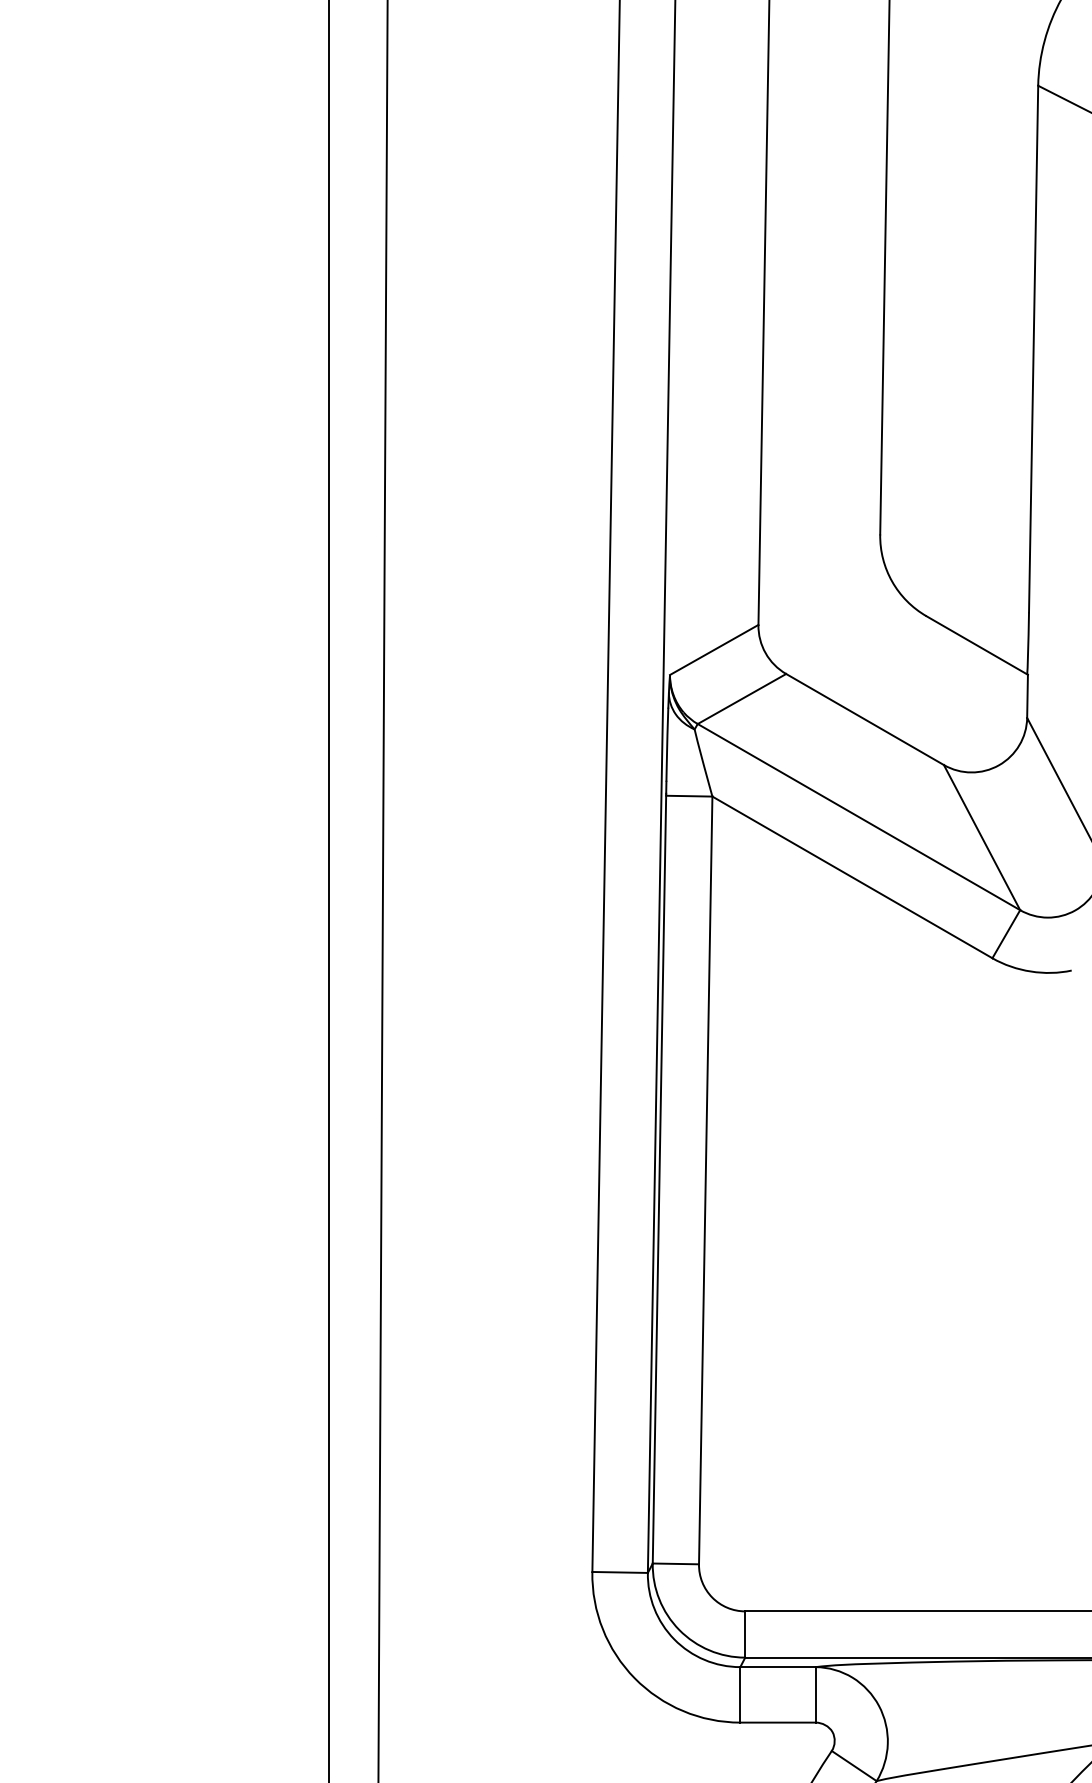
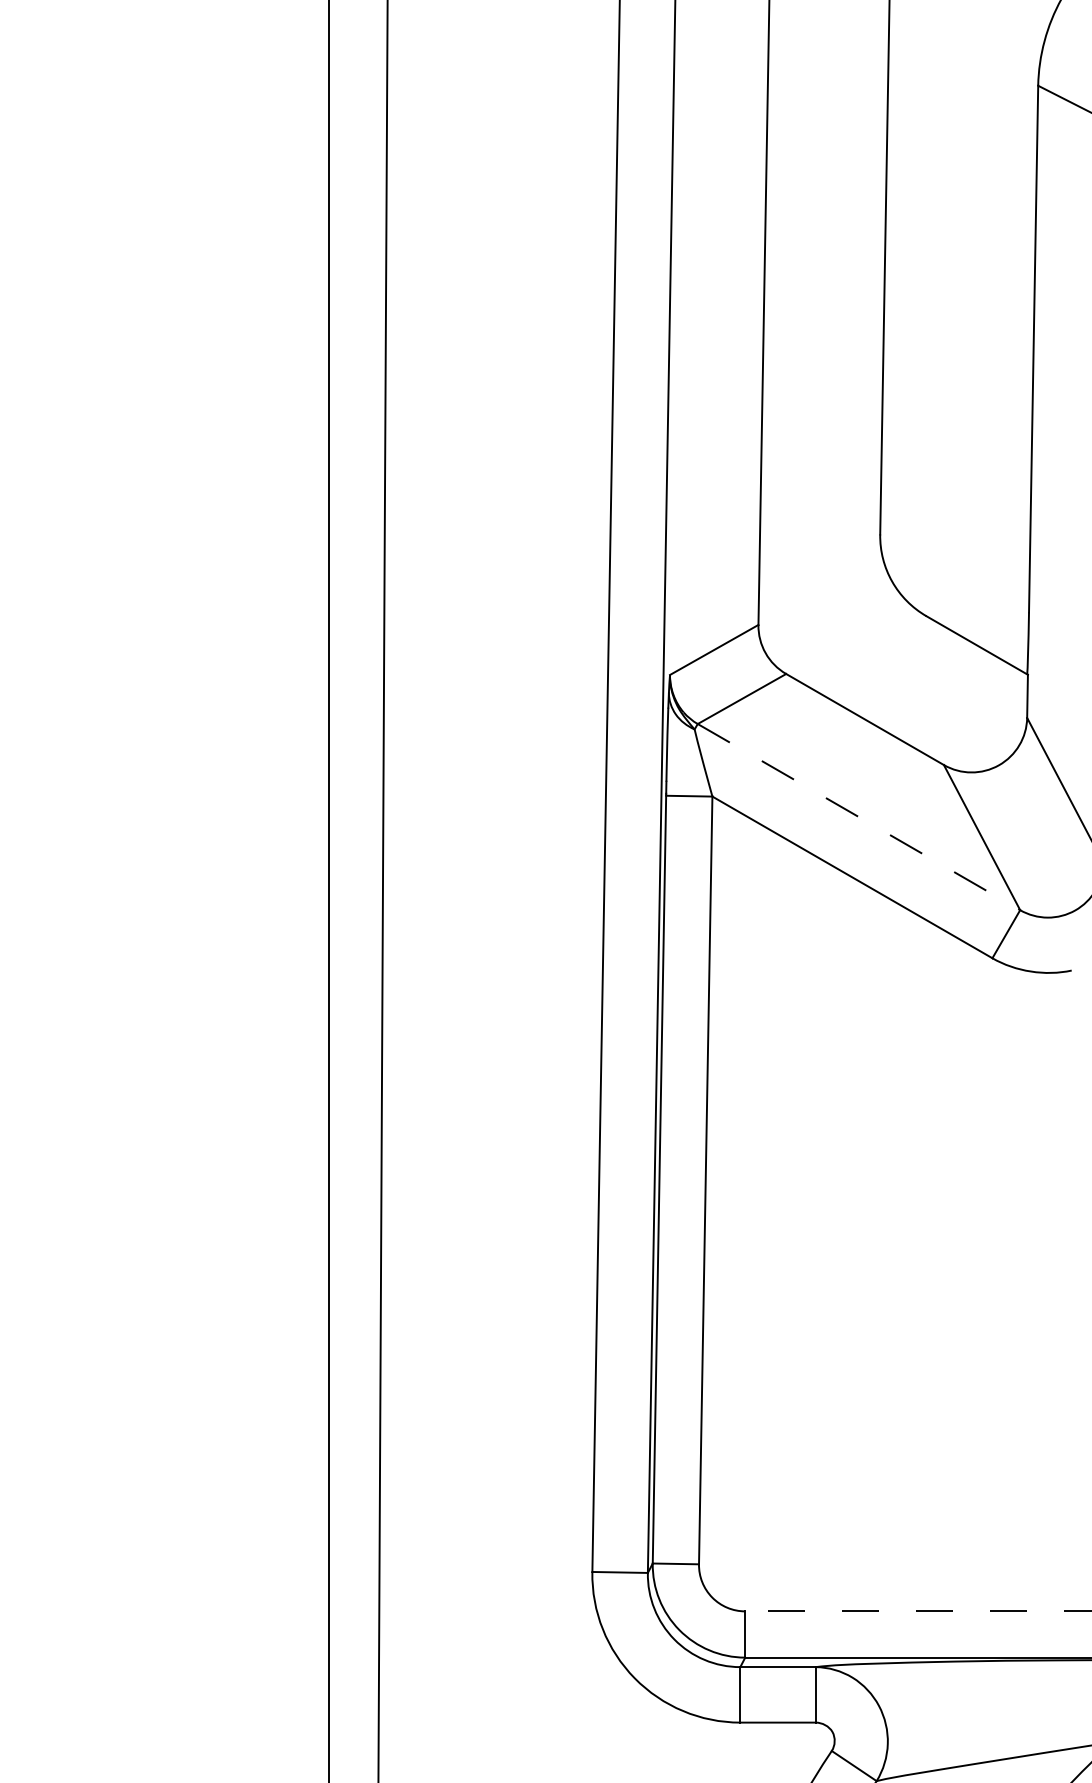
line at (859, 817): solid -> dashed
line at (917, 1611): solid -> dashed
